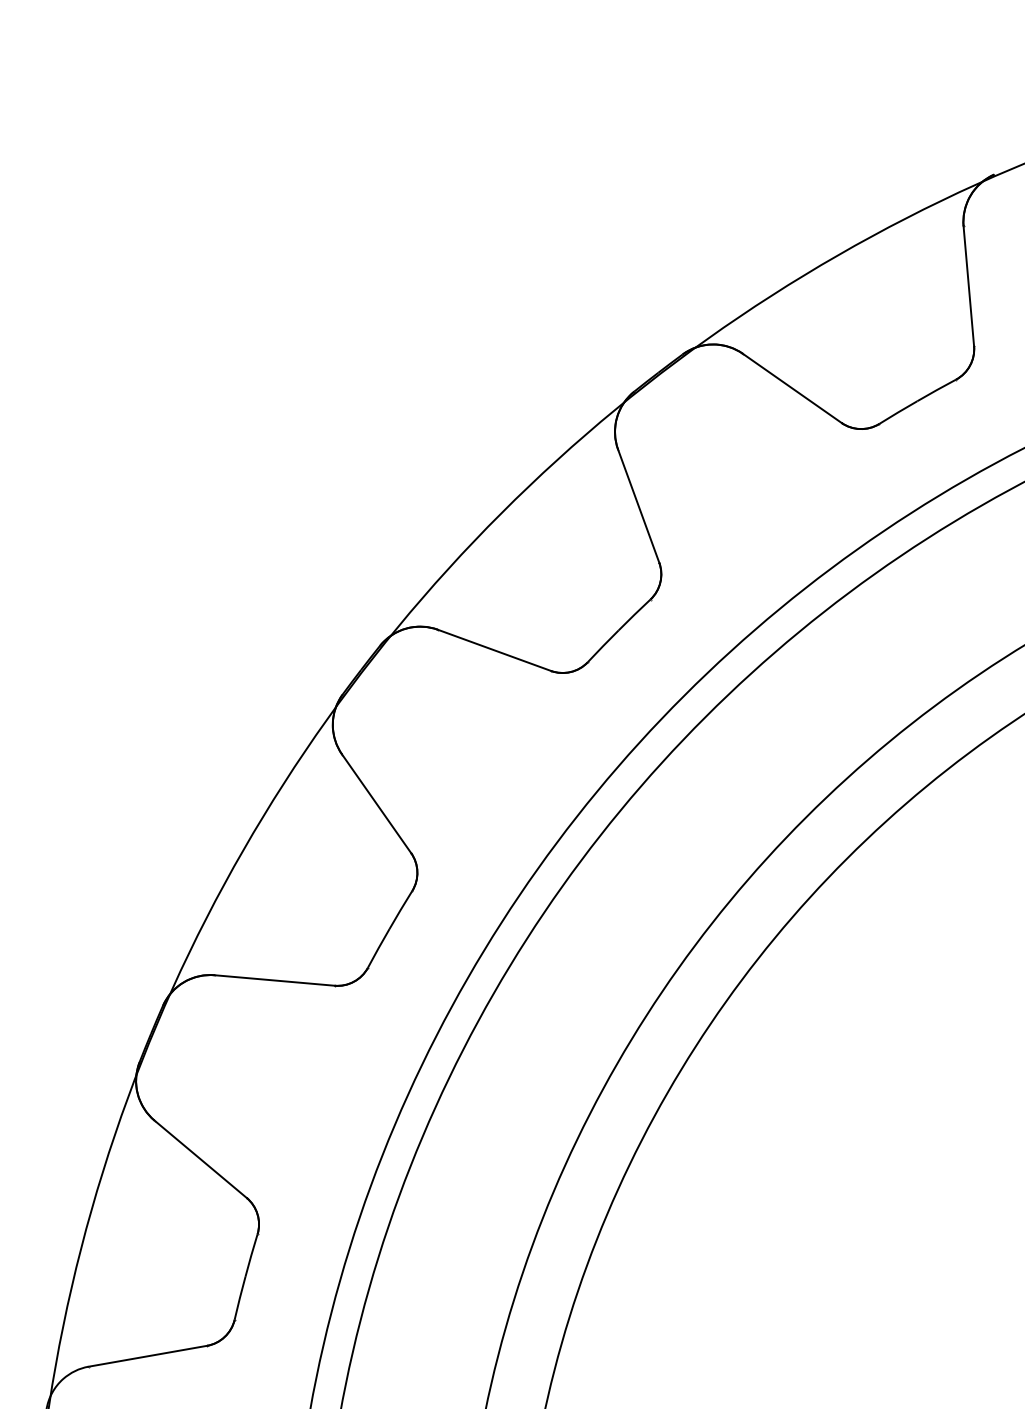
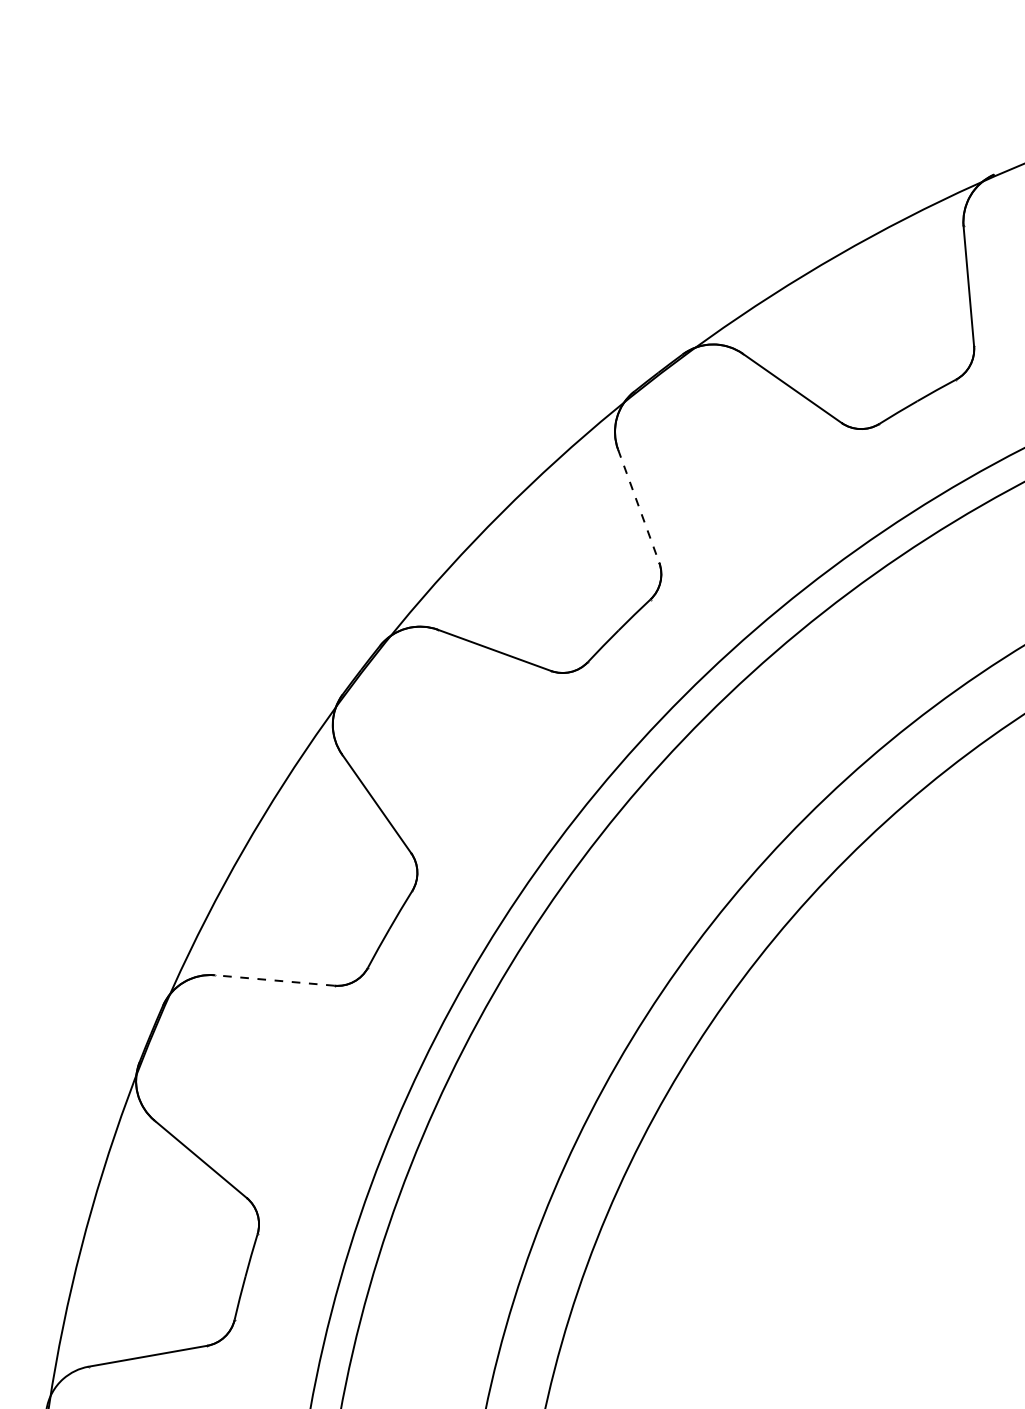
line at (638, 506): solid -> dashed
line at (274, 980): solid -> dashed
